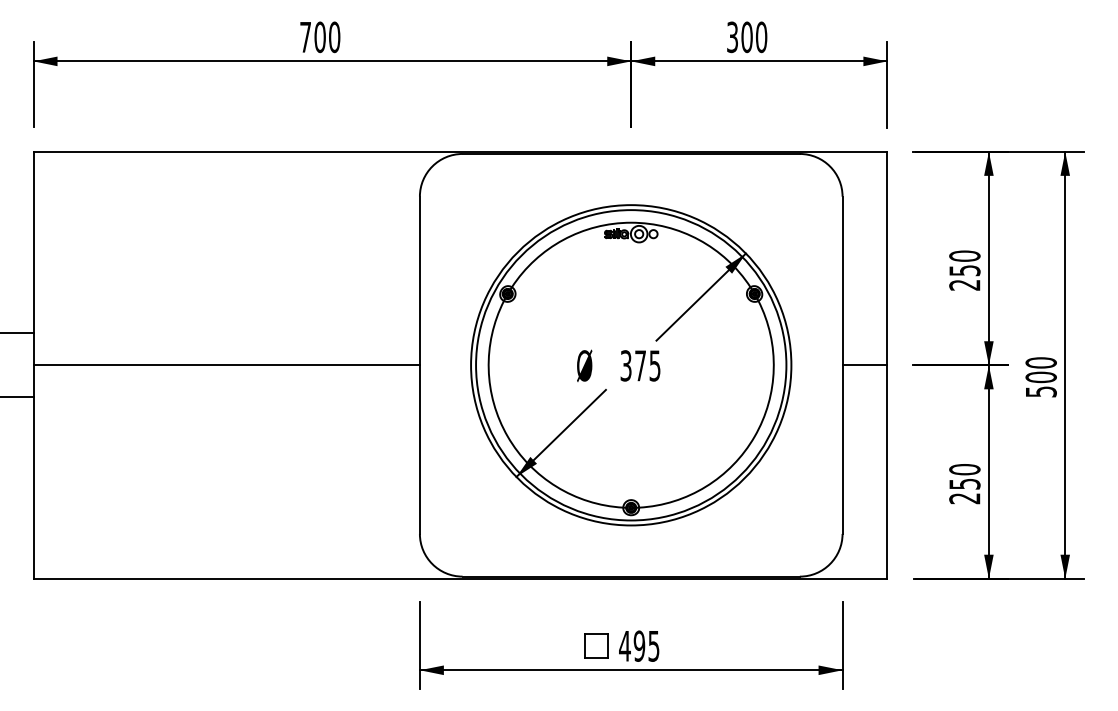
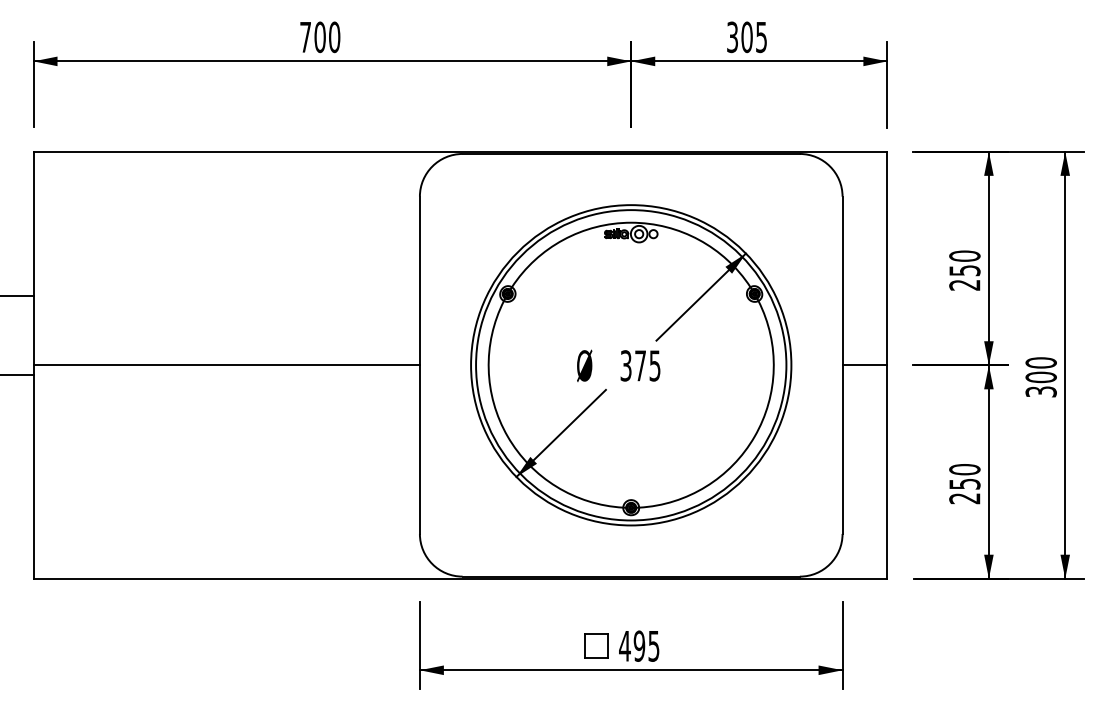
text at (761, 37): 300 -> 305
line at (17, 333) position: (17, 333) -> (17, 296)
text at (1040, 391): 500 -> 300
line at (17, 397) position: (17, 397) -> (17, 375)
